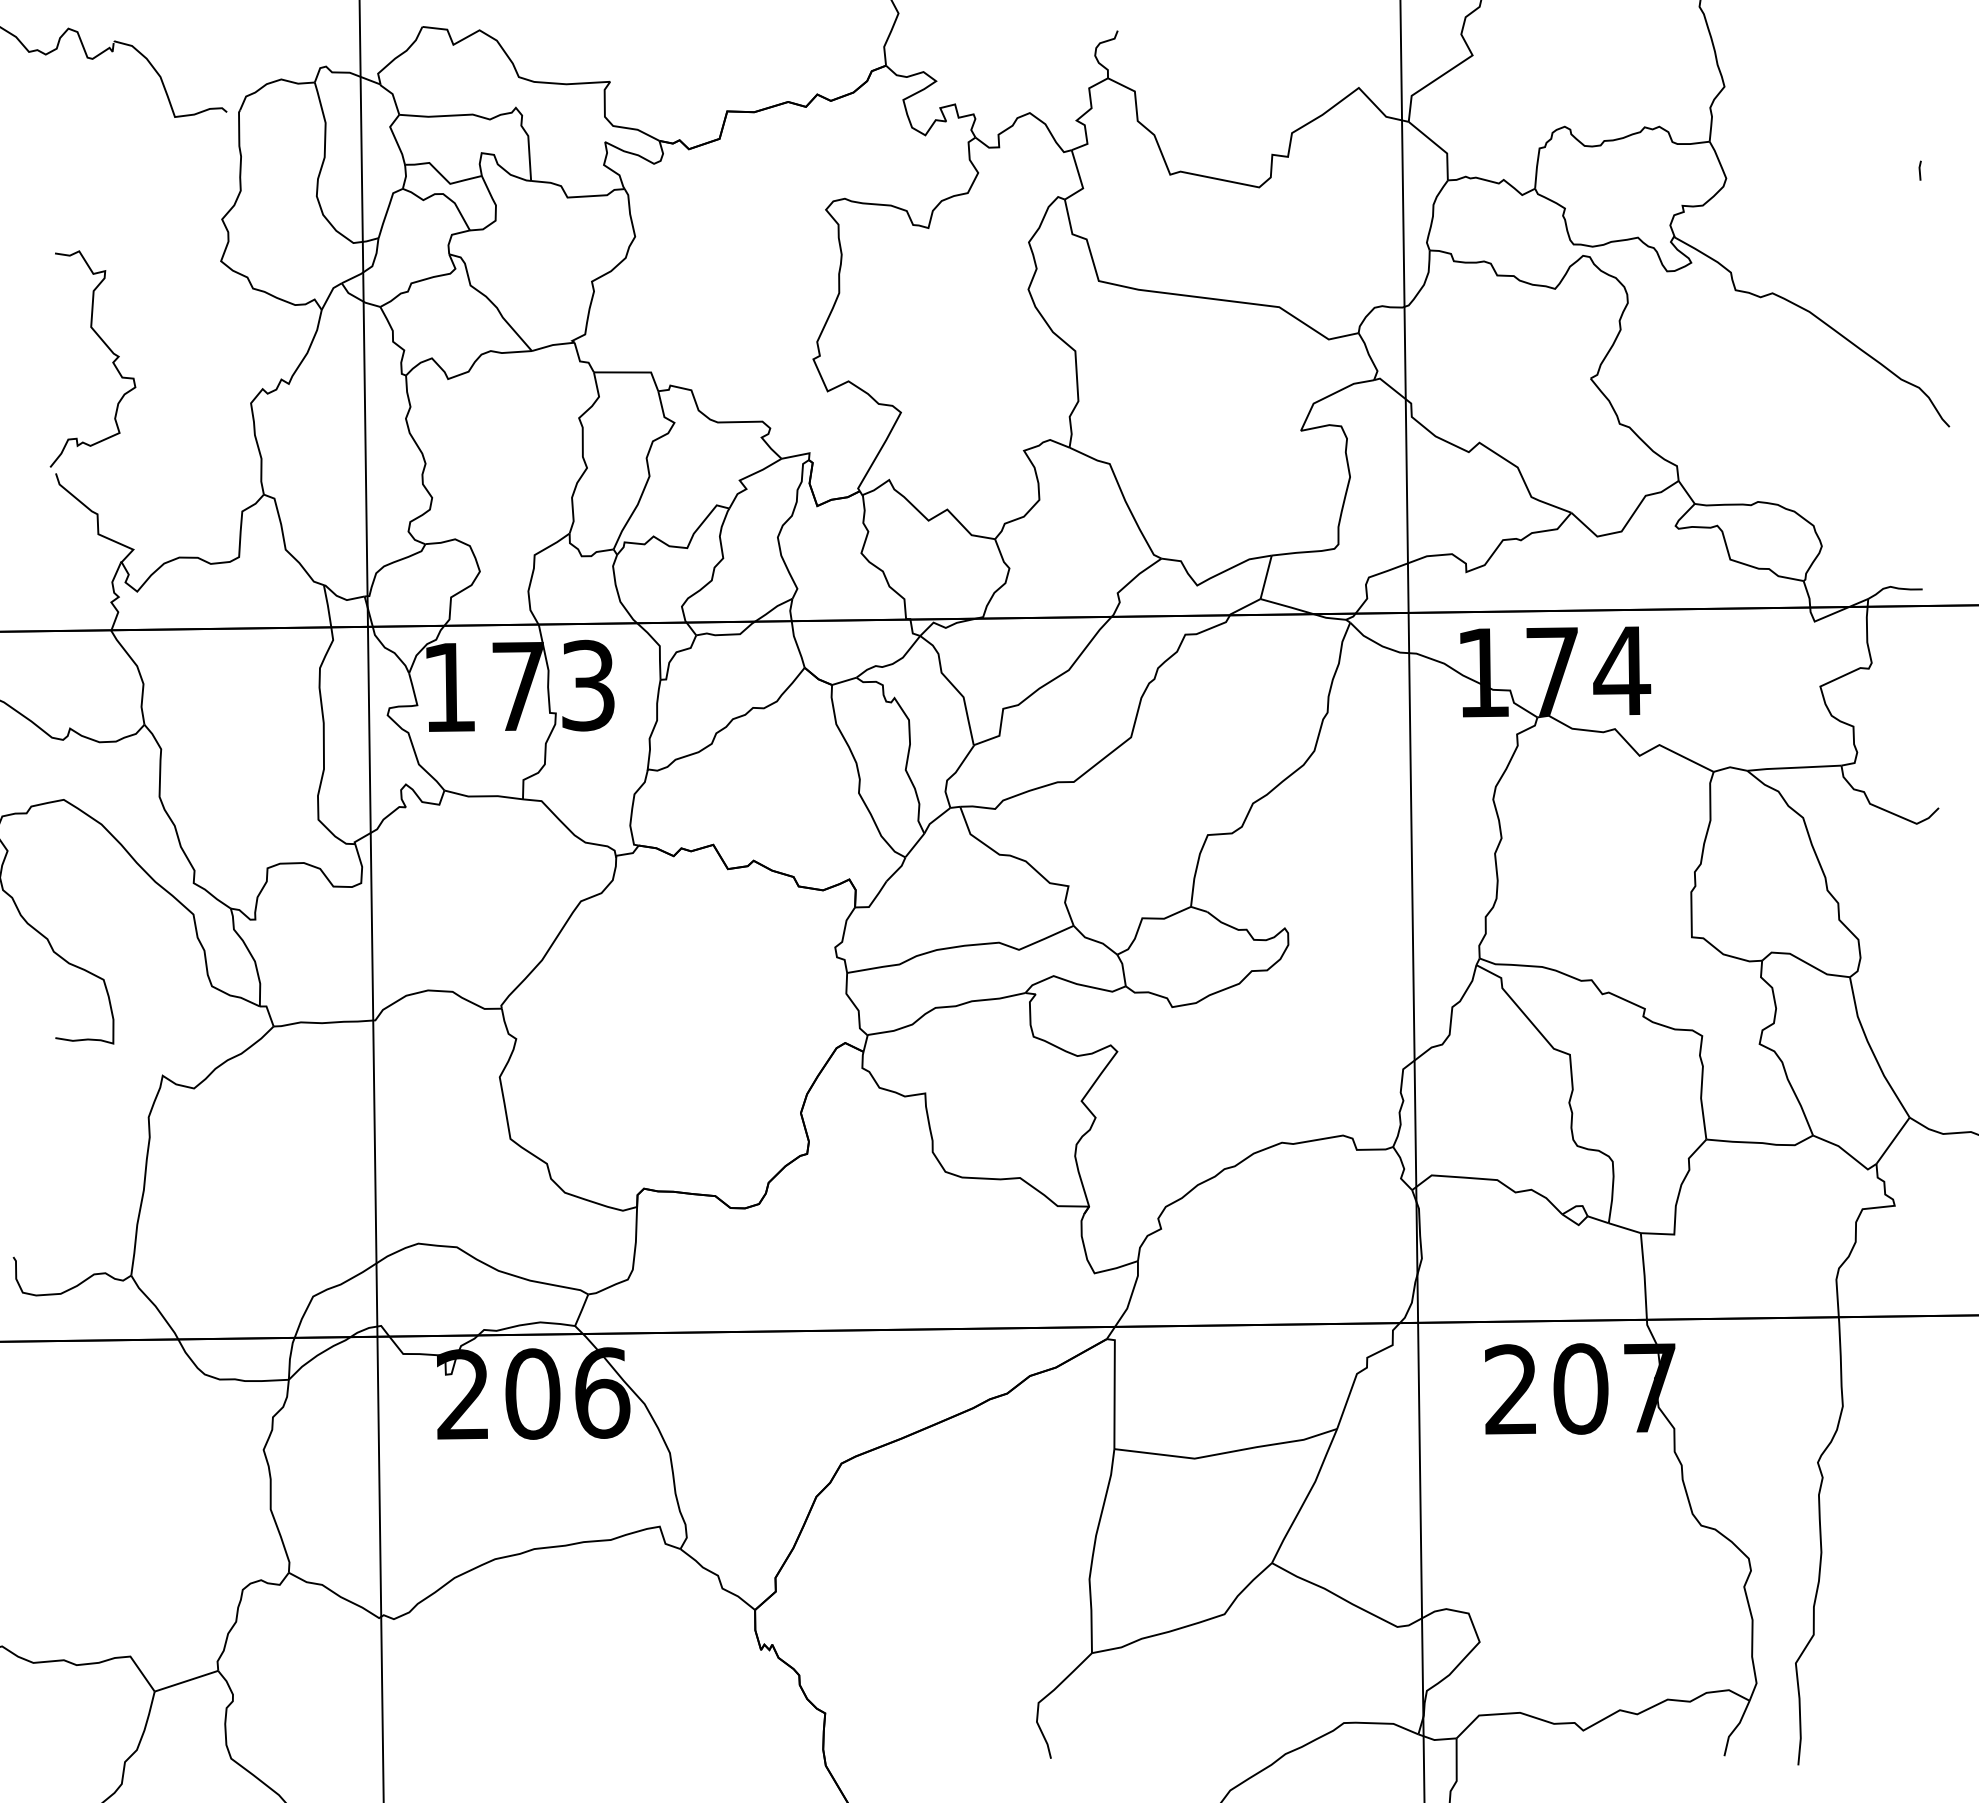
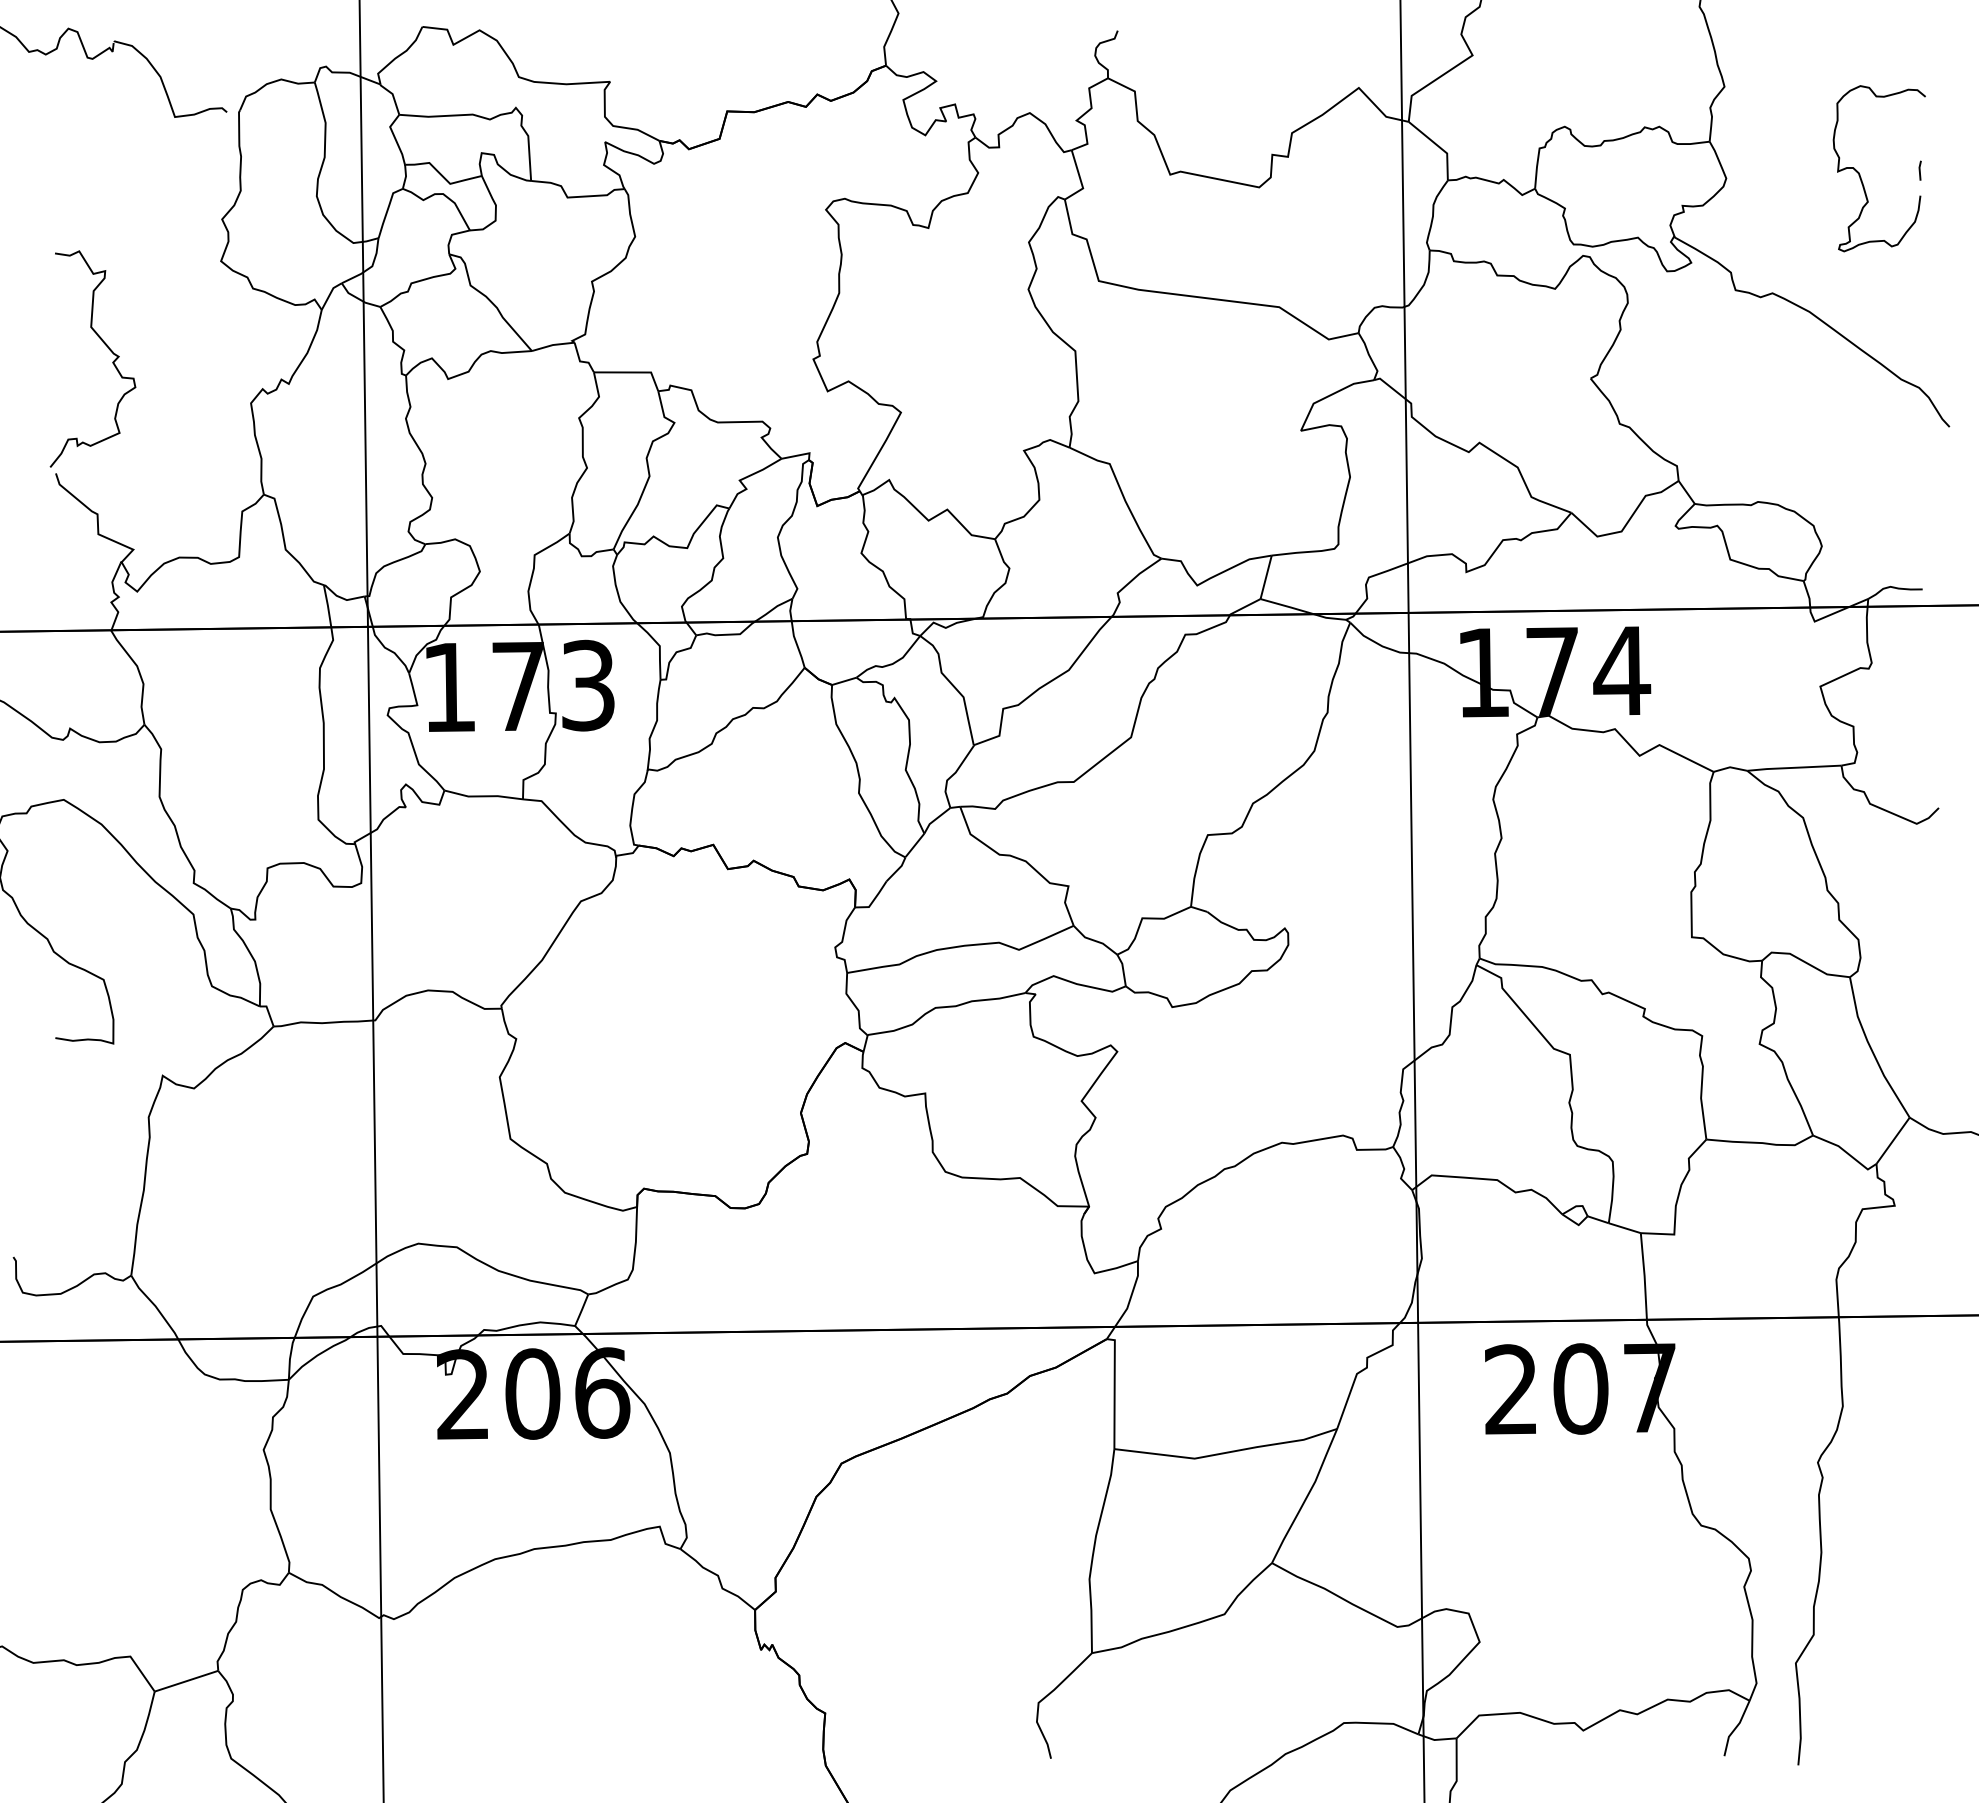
curve at (1860, 174): none -> present
